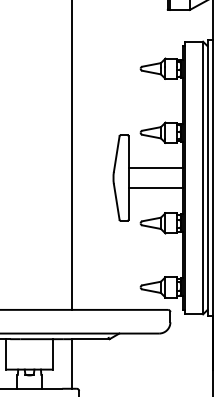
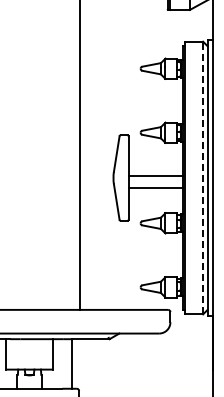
line at (71, 155) position: (71, 155) -> (79, 155)
line at (155, 167) position: (155, 167) -> (155, 175)
line at (203, 177): solid -> dashed
